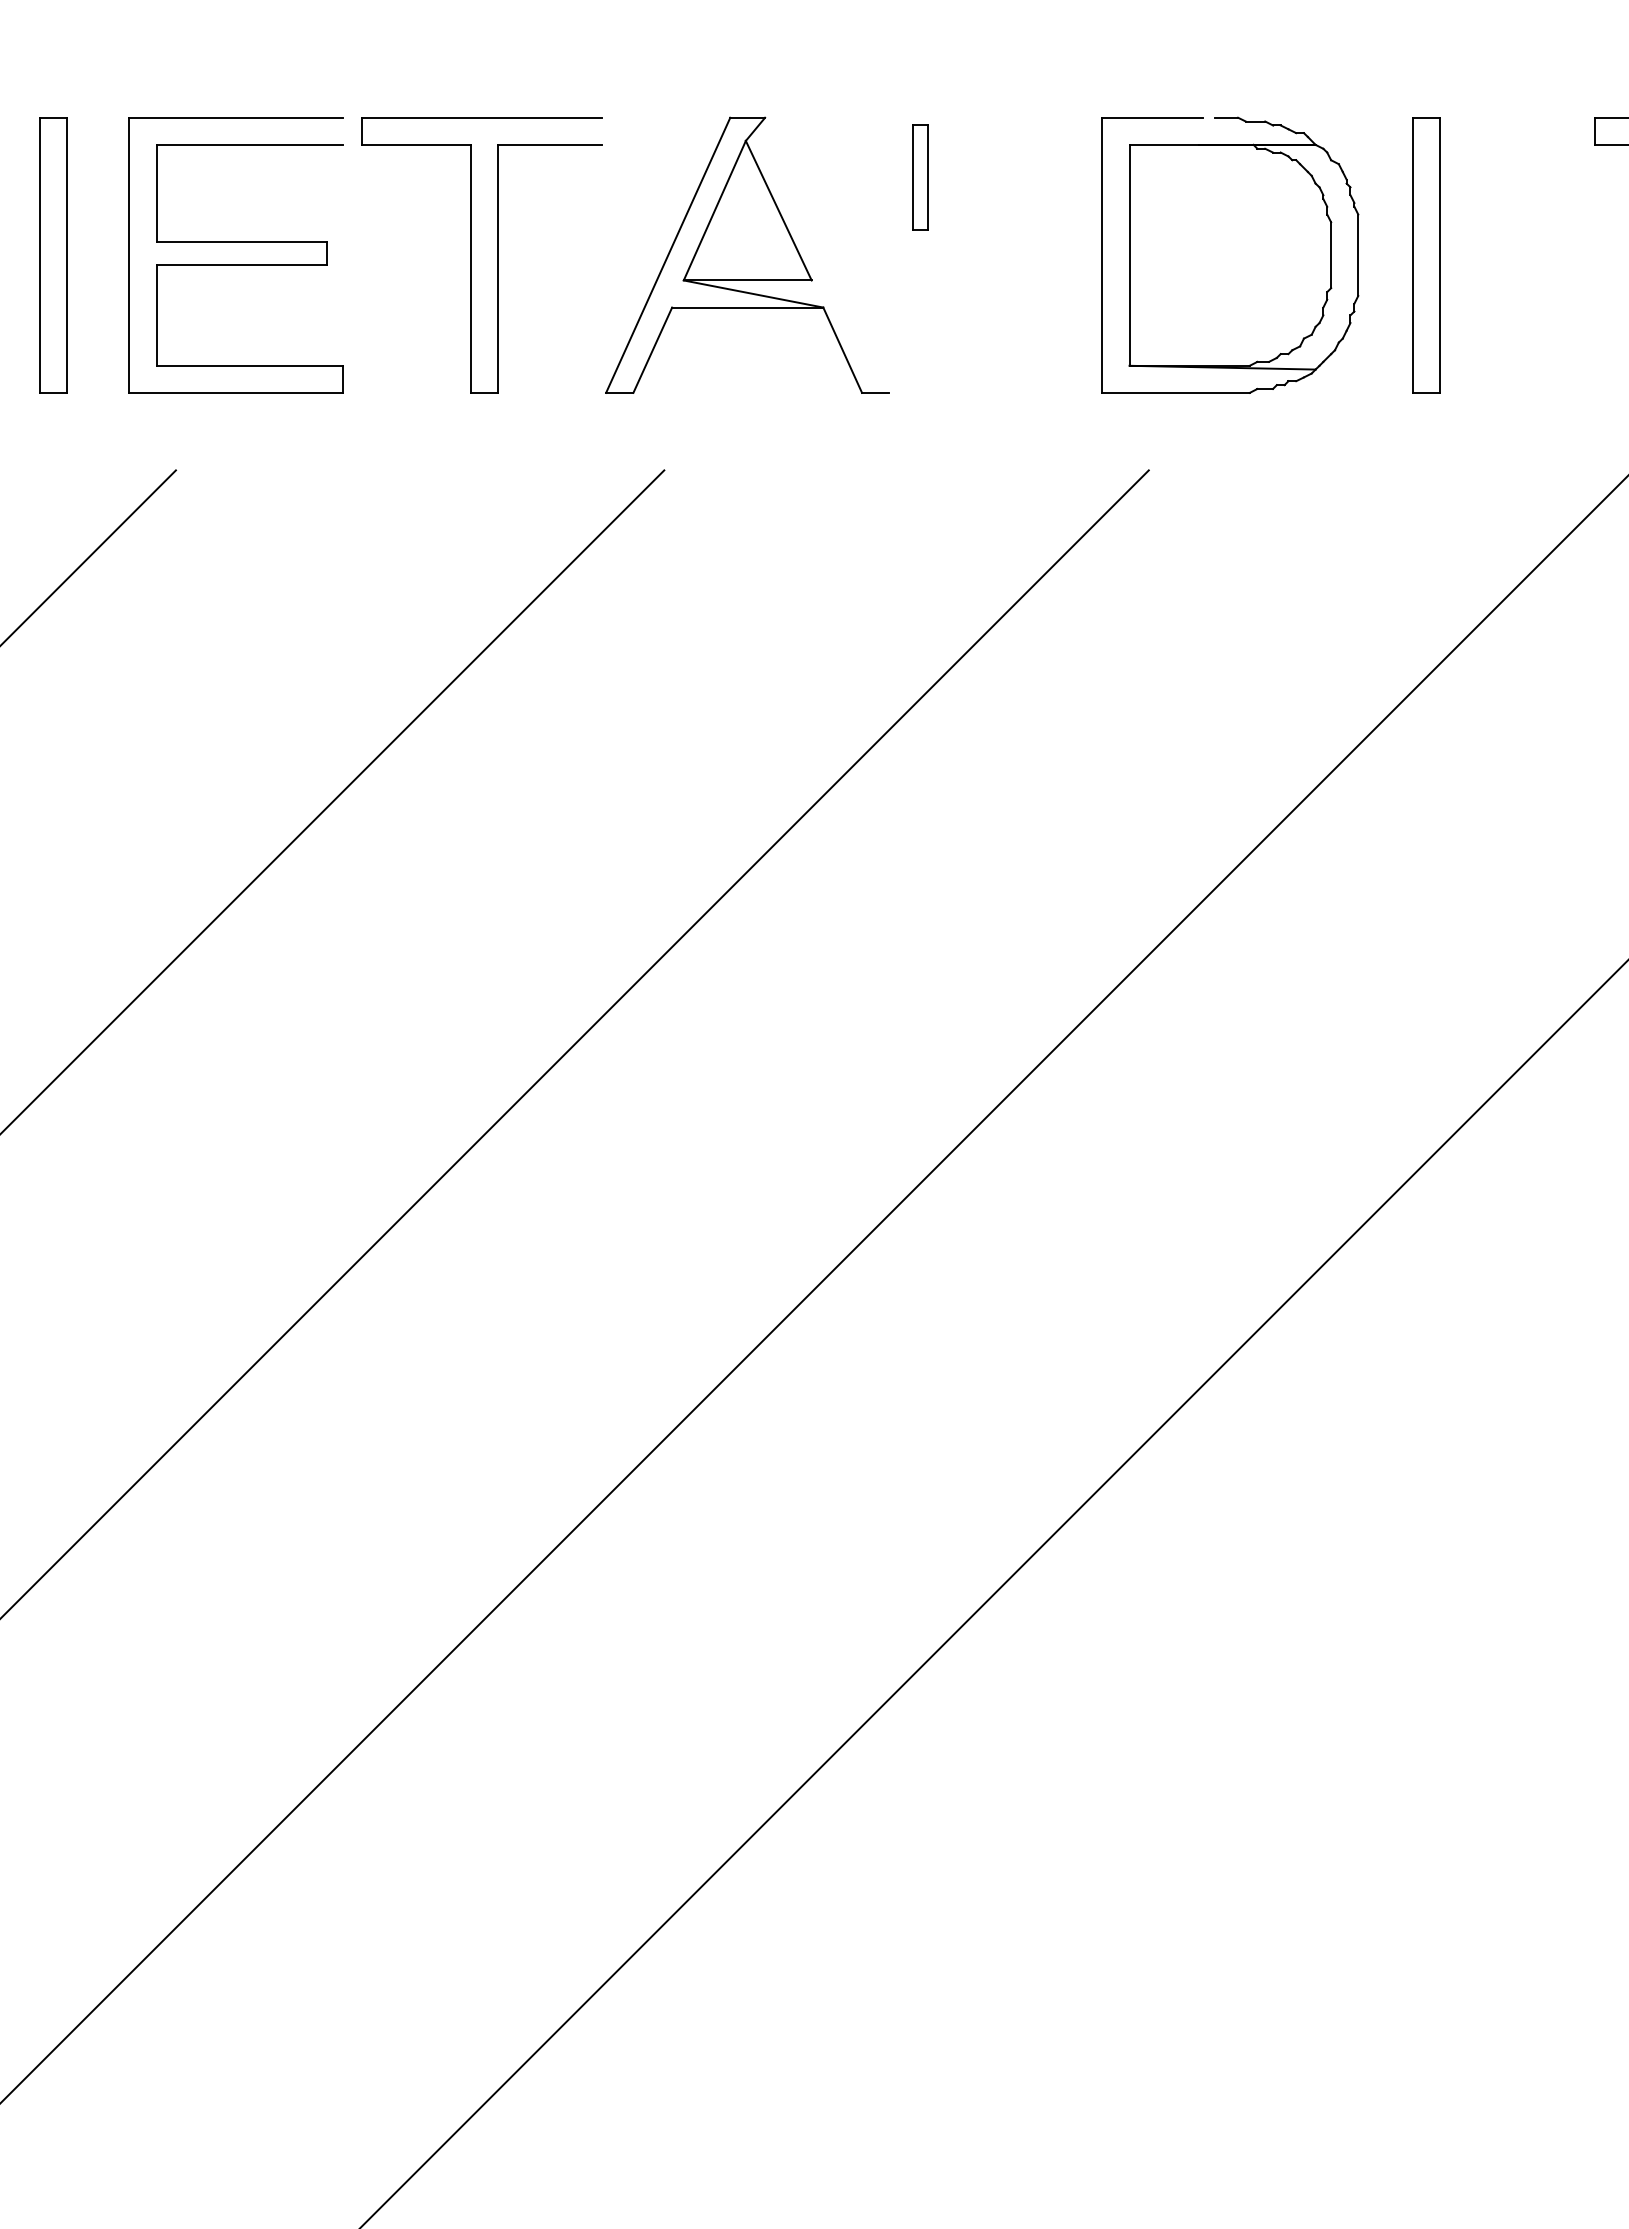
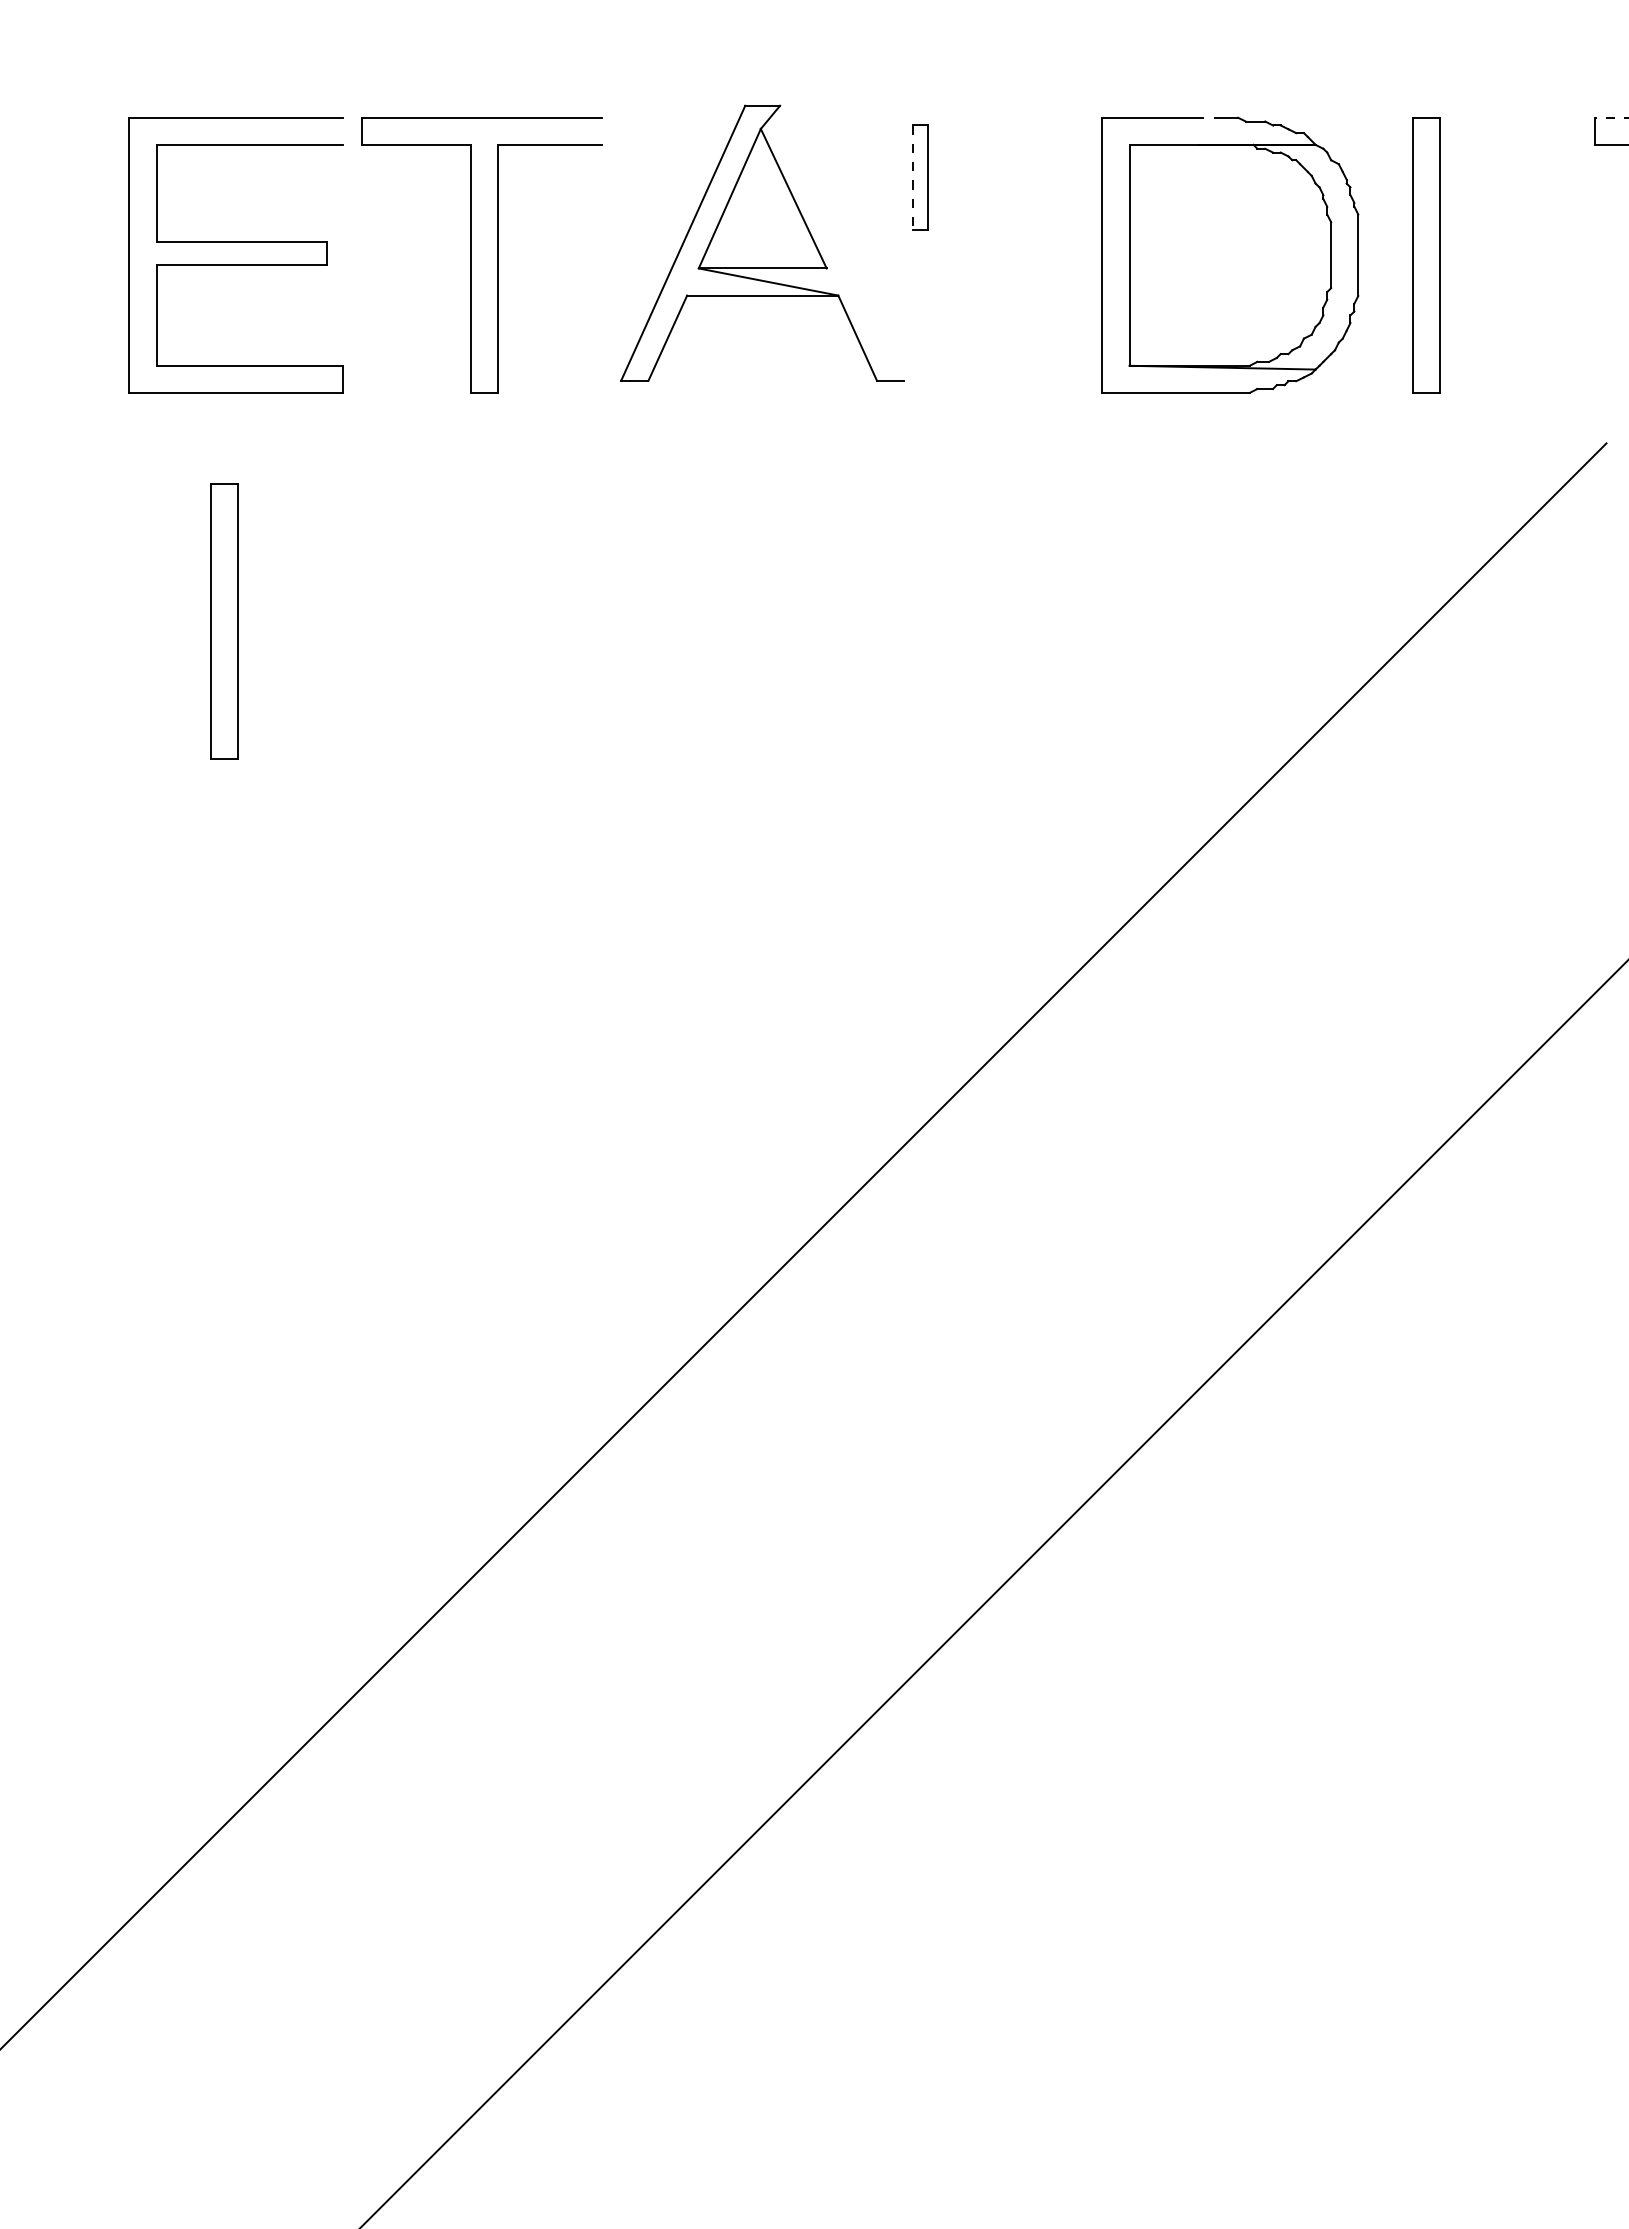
line at (1611, 117): solid -> dashed
line at (912, 178): solid -> dashed
part at (747, 254) position: (747, 254) -> (762, 242)
part at (53, 255) position: (53, 255) -> (224, 621)
line at (88, 556): present -> none
line at (333, 801): present -> none
line at (575, 1043): present -> none
line at (813, 1289) position: (813, 1289) -> (804, 1245)
